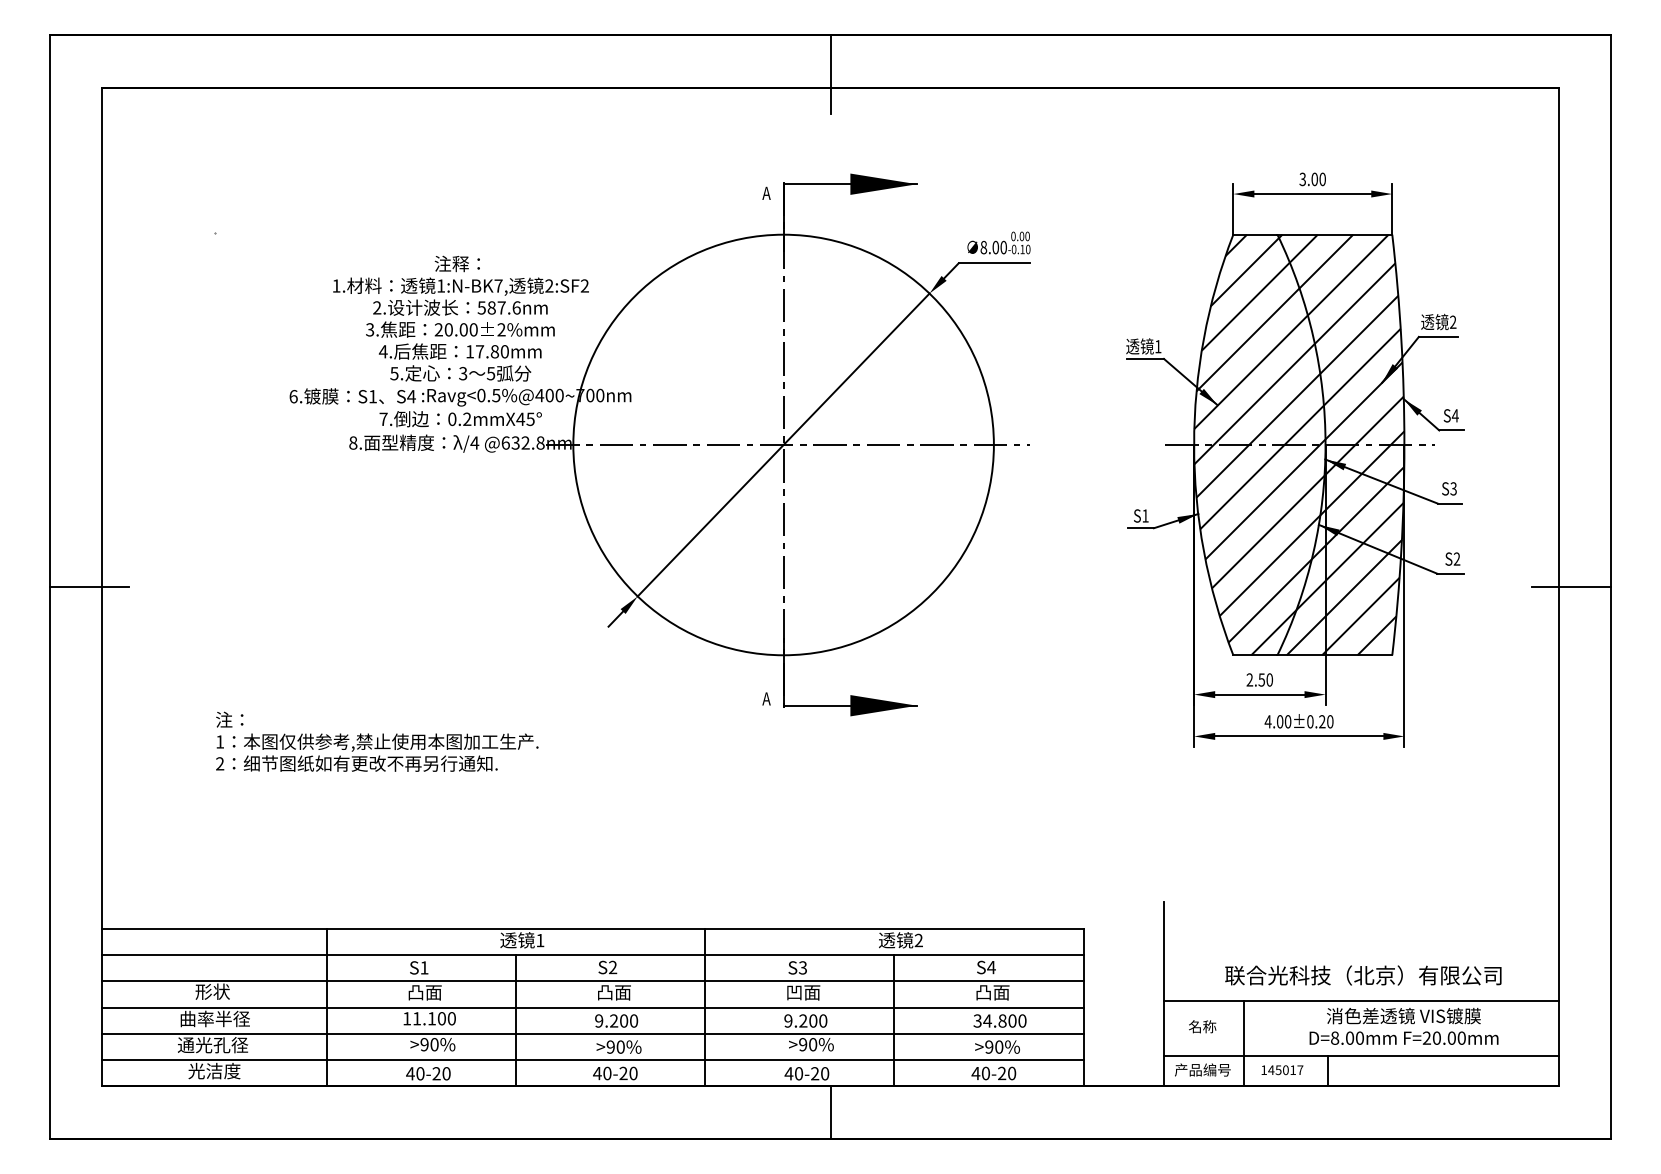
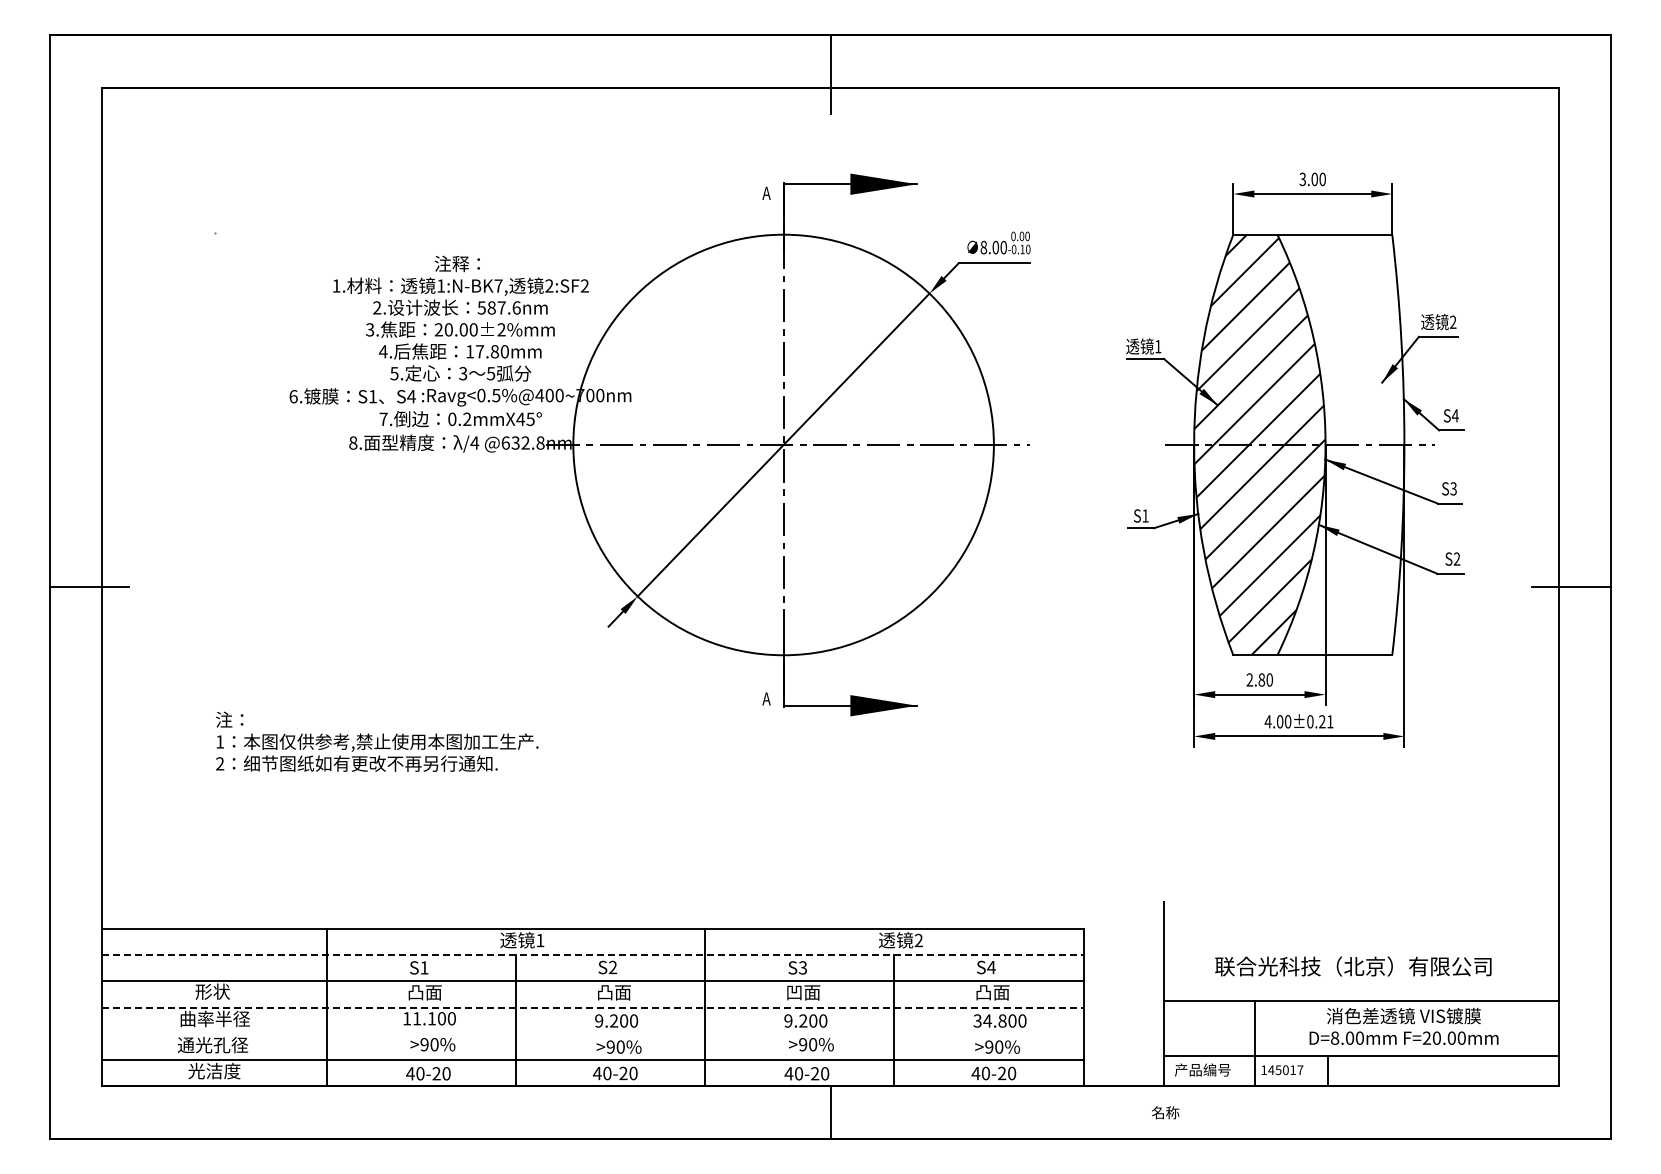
hatch at (1340, 444): present -> none
text at (1261, 679): 2.50 -> 2.80
text at (1330, 721): 4.00±0.20 -> 4.00±0.21
line at (593, 954): solid -> dashed
text at (1363, 975) position: (1363, 975) -> (1353, 966)
line at (593, 1007): solid -> dashed
text at (1202, 1026) position: (1202, 1026) -> (1165, 1112)
line at (592, 1033): present -> none
line at (1243, 1043) position: (1243, 1043) -> (1254, 1043)
